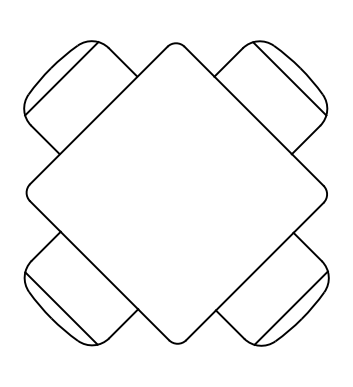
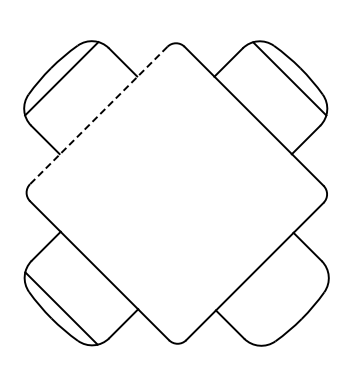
line at (98, 115): solid -> dashed
line at (290, 307): present -> none
